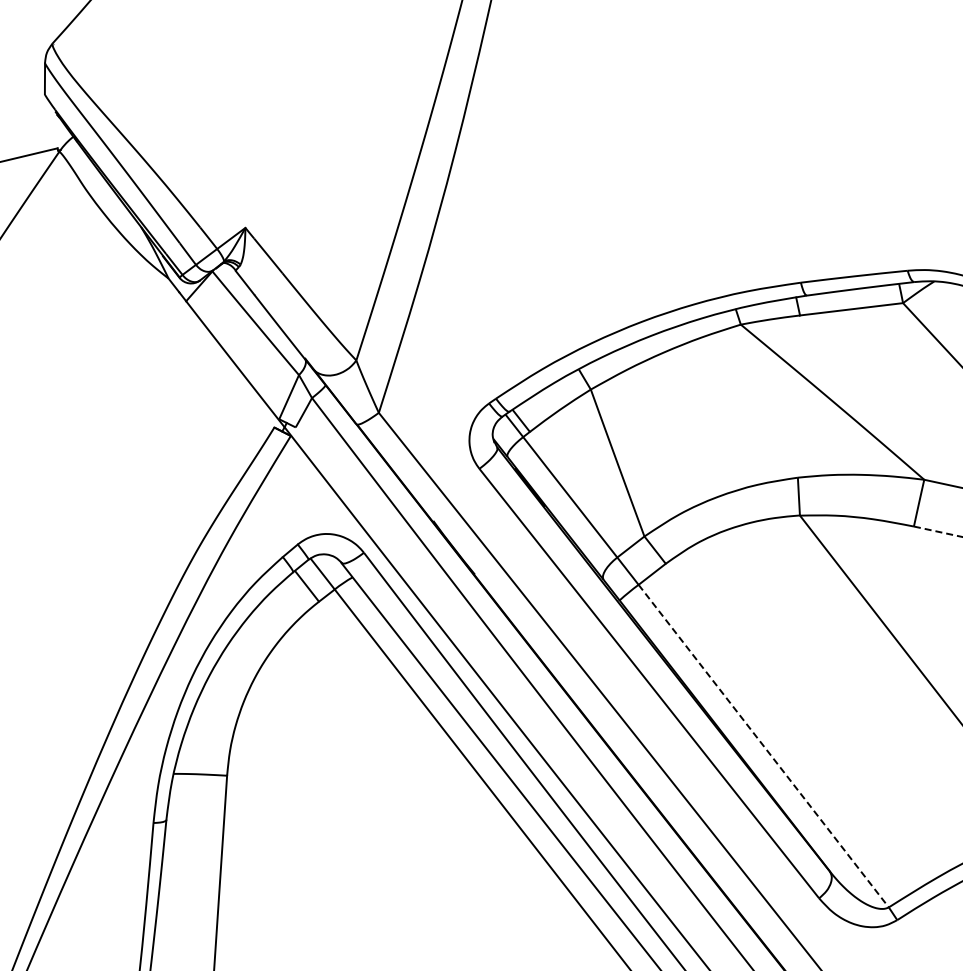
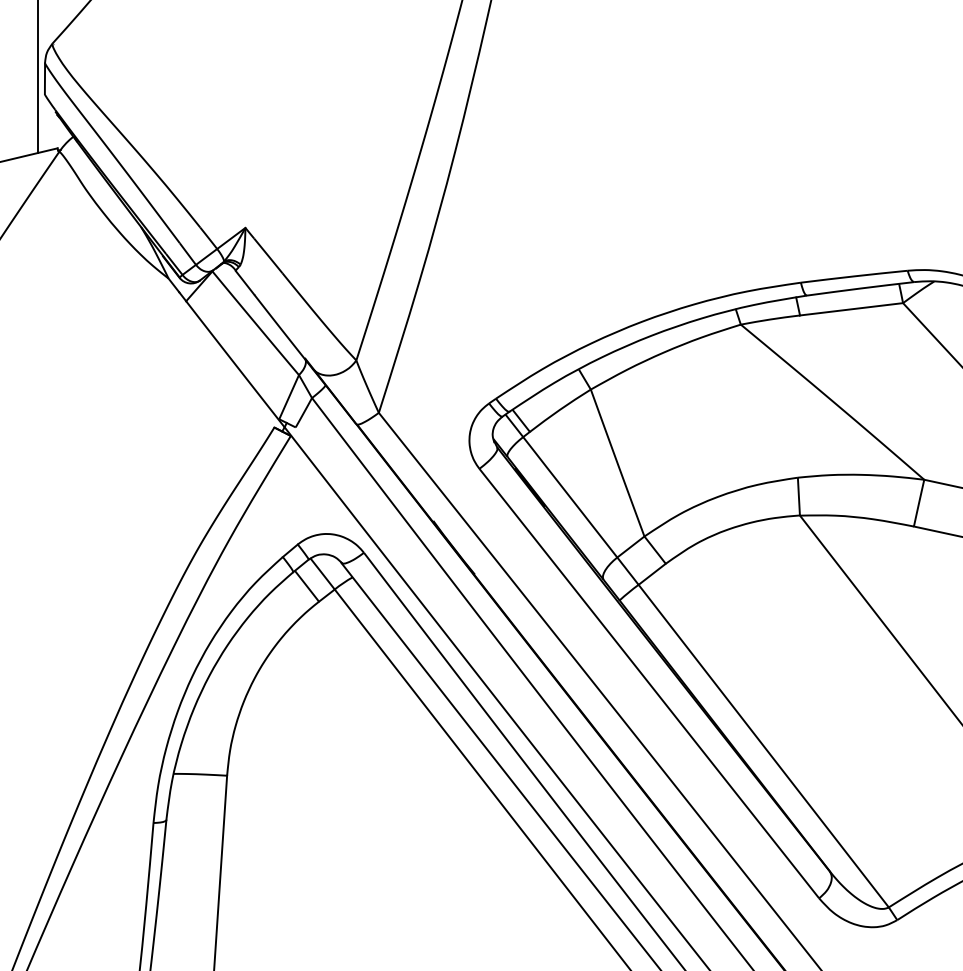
line at (37, 77): none -> present
line at (938, 531): dashed -> solid
line at (764, 746): dashed -> solid
